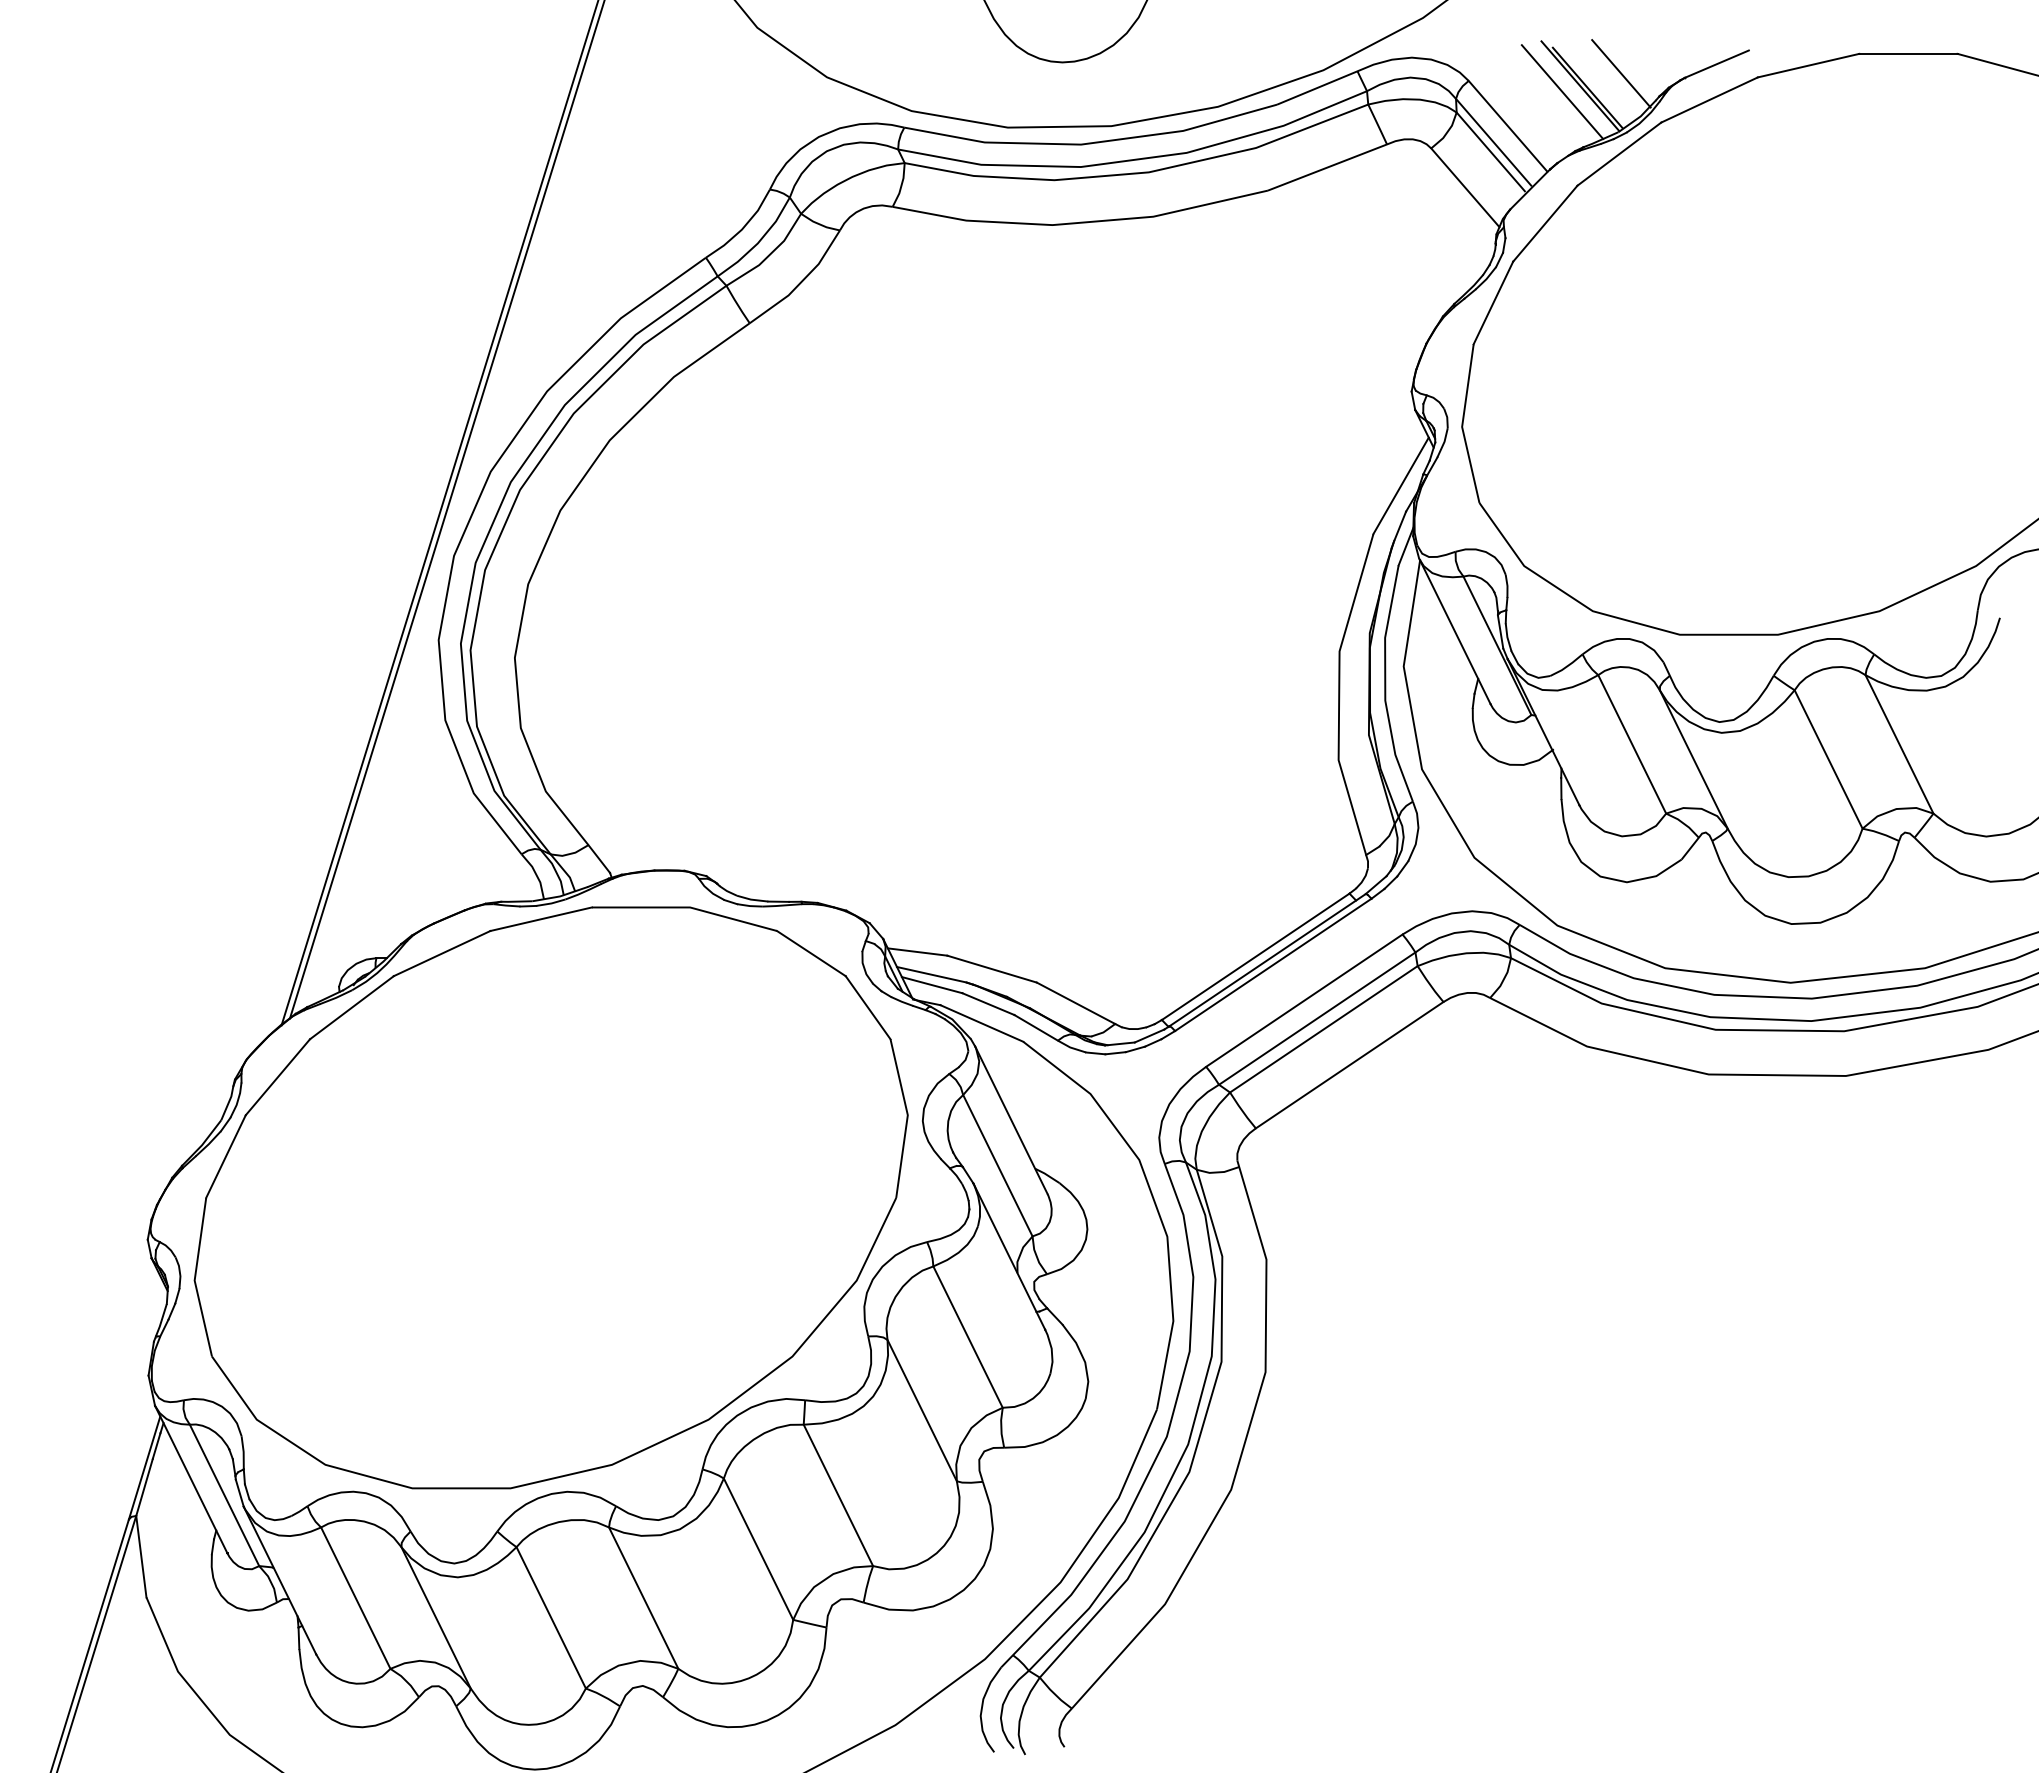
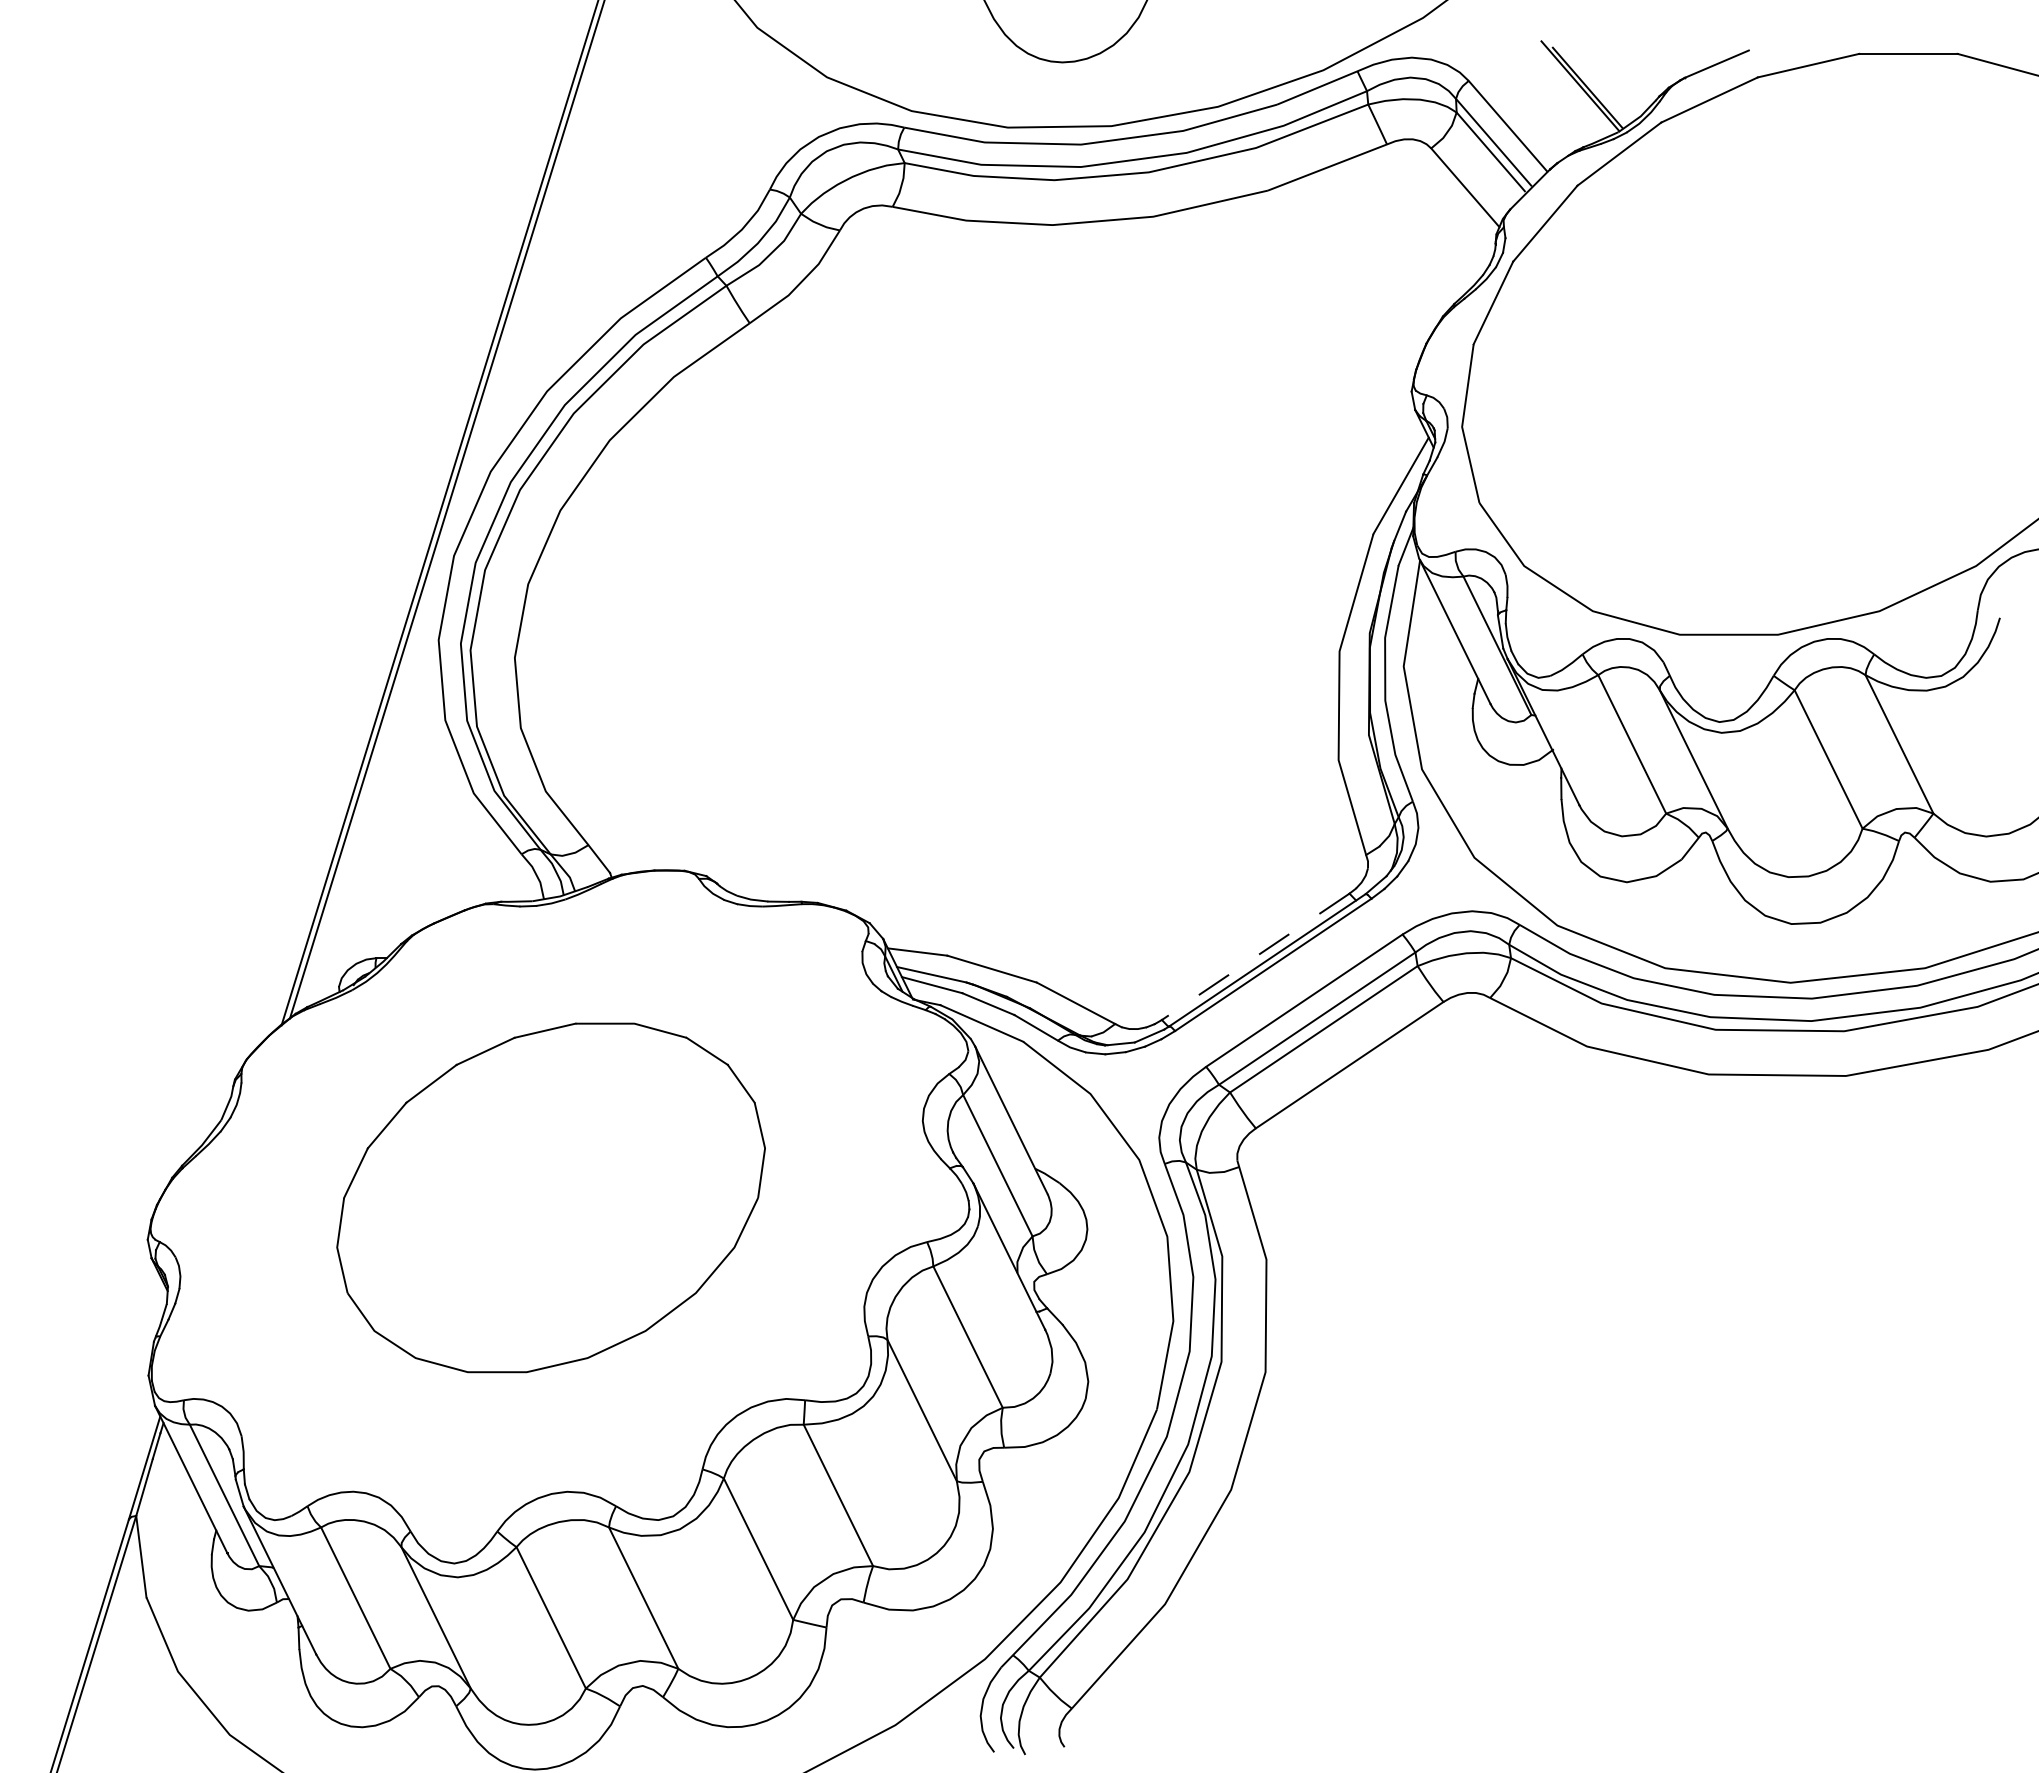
line at (1621, 73): present -> none
line at (1562, 91): present -> none
line at (1255, 957): solid -> dashed
part at (550, 1197) size: 716x584 px -> 430x352 px
